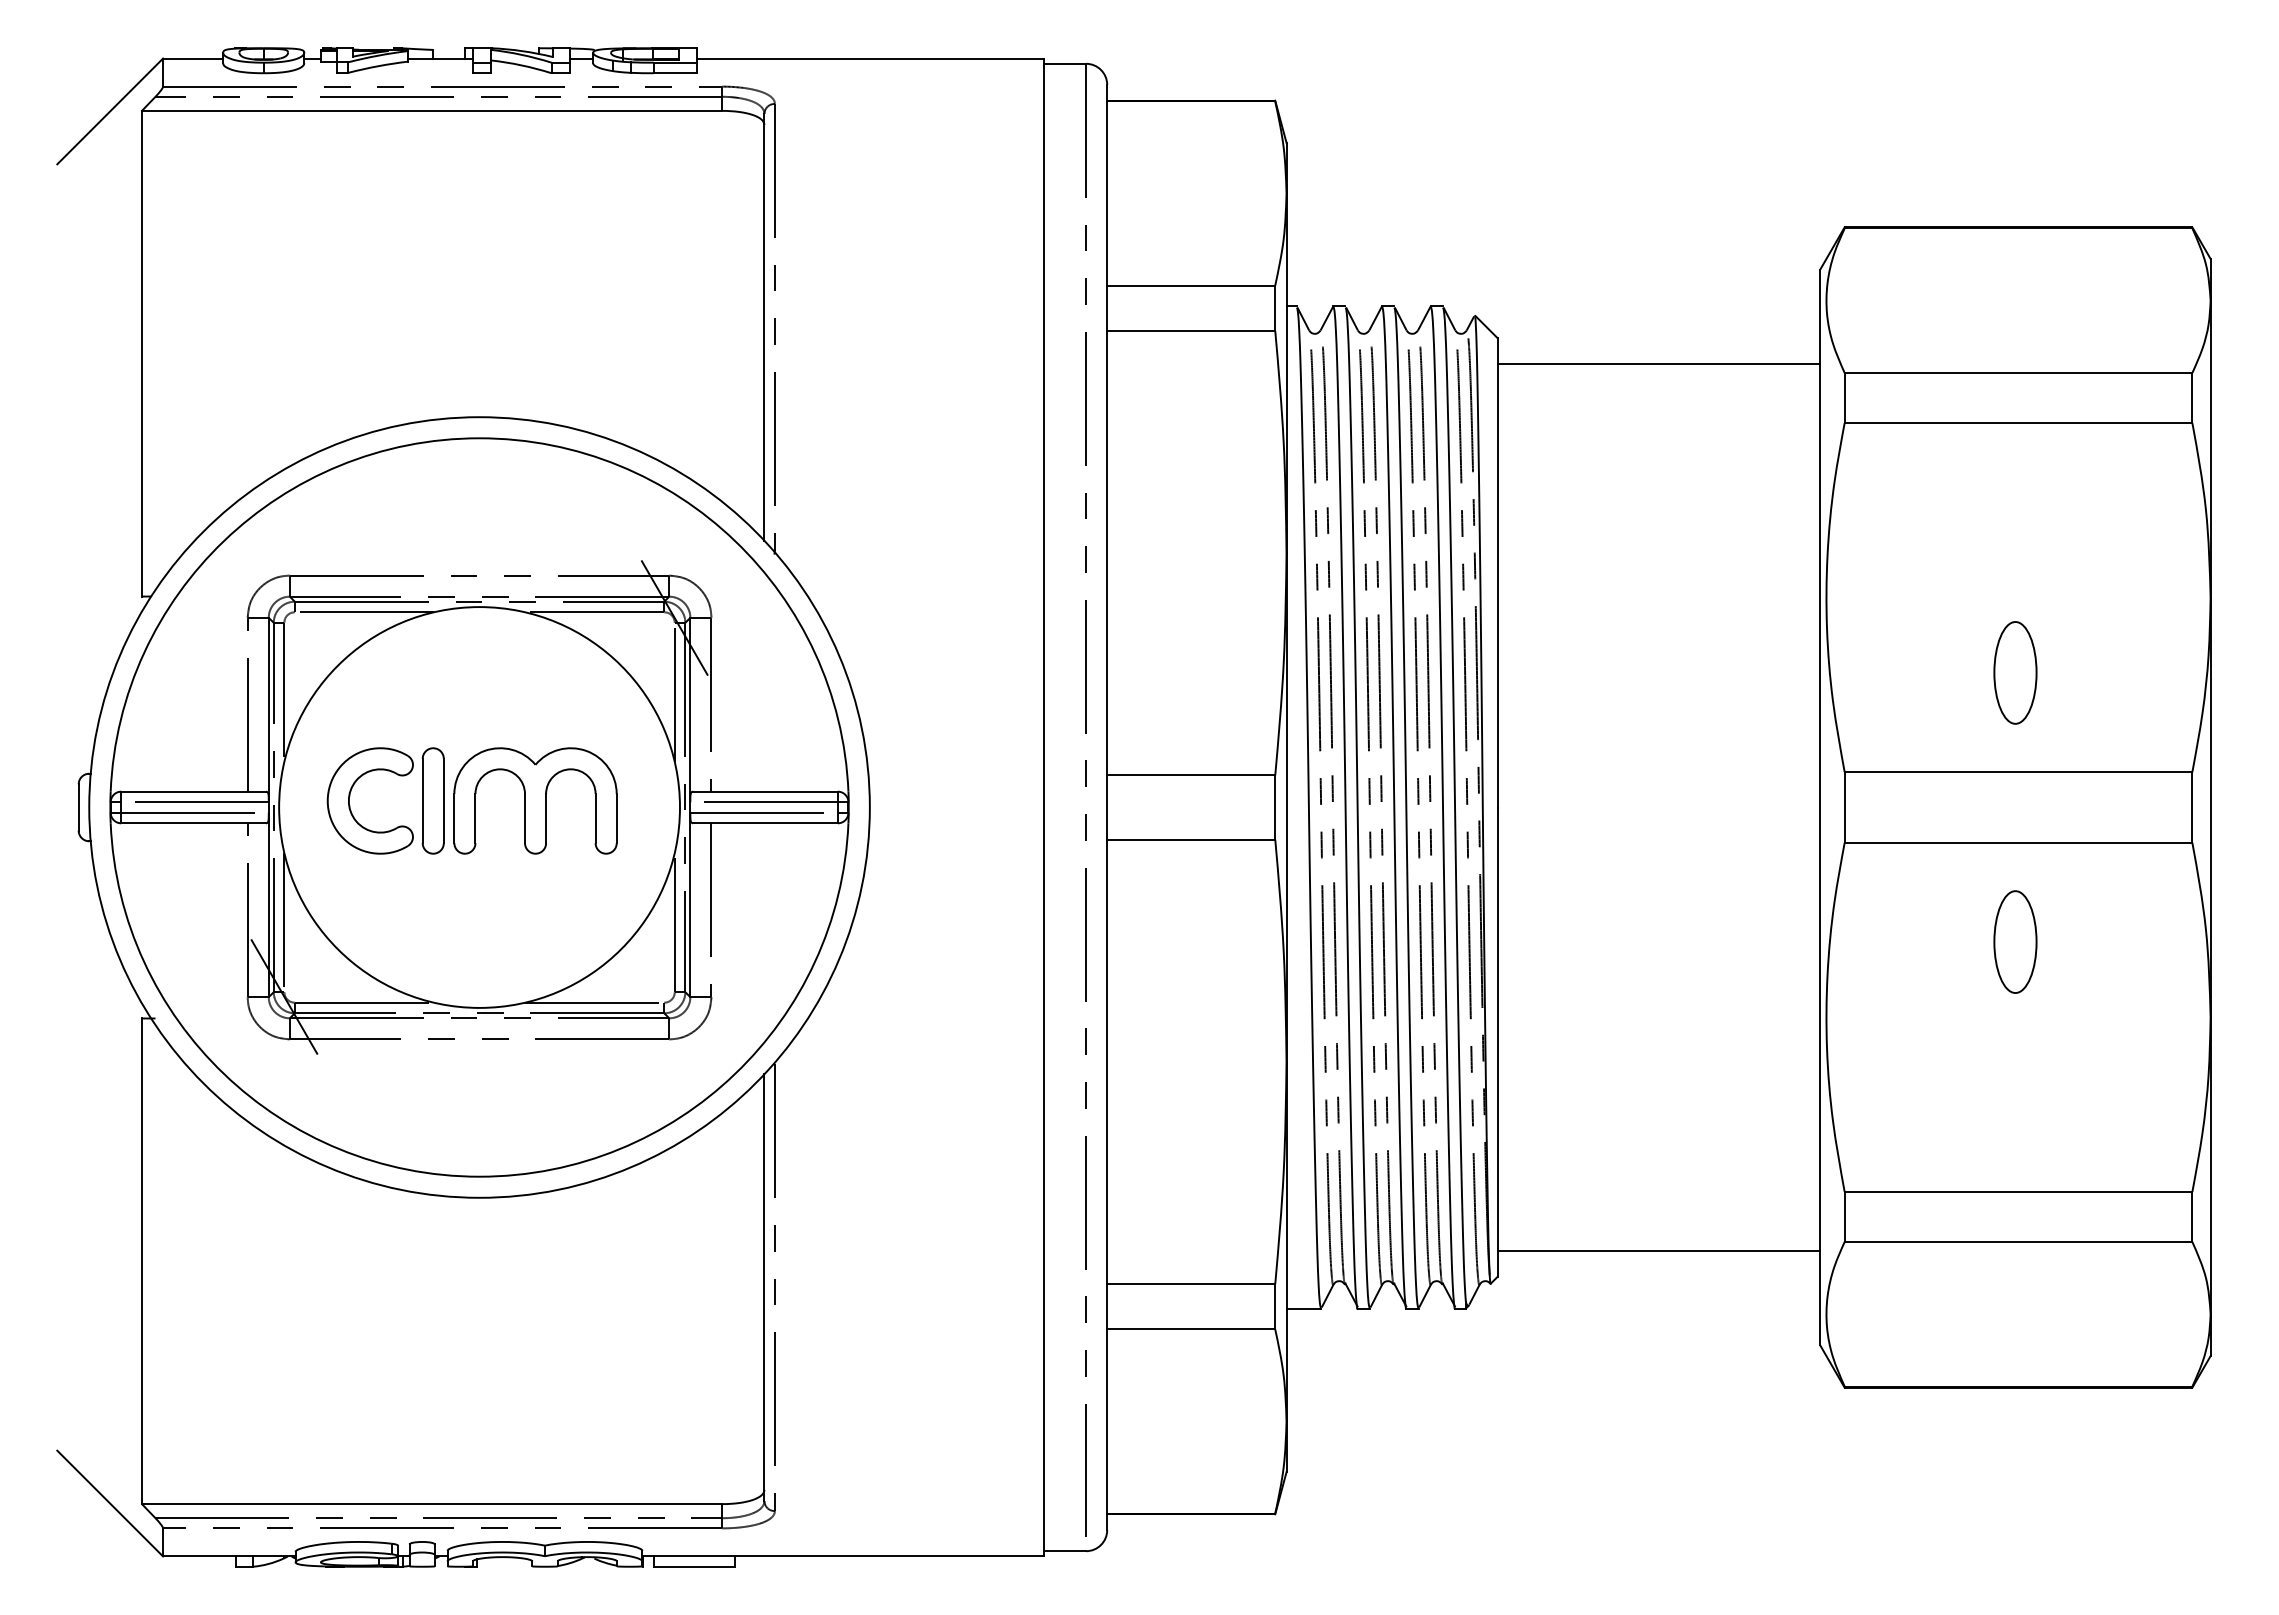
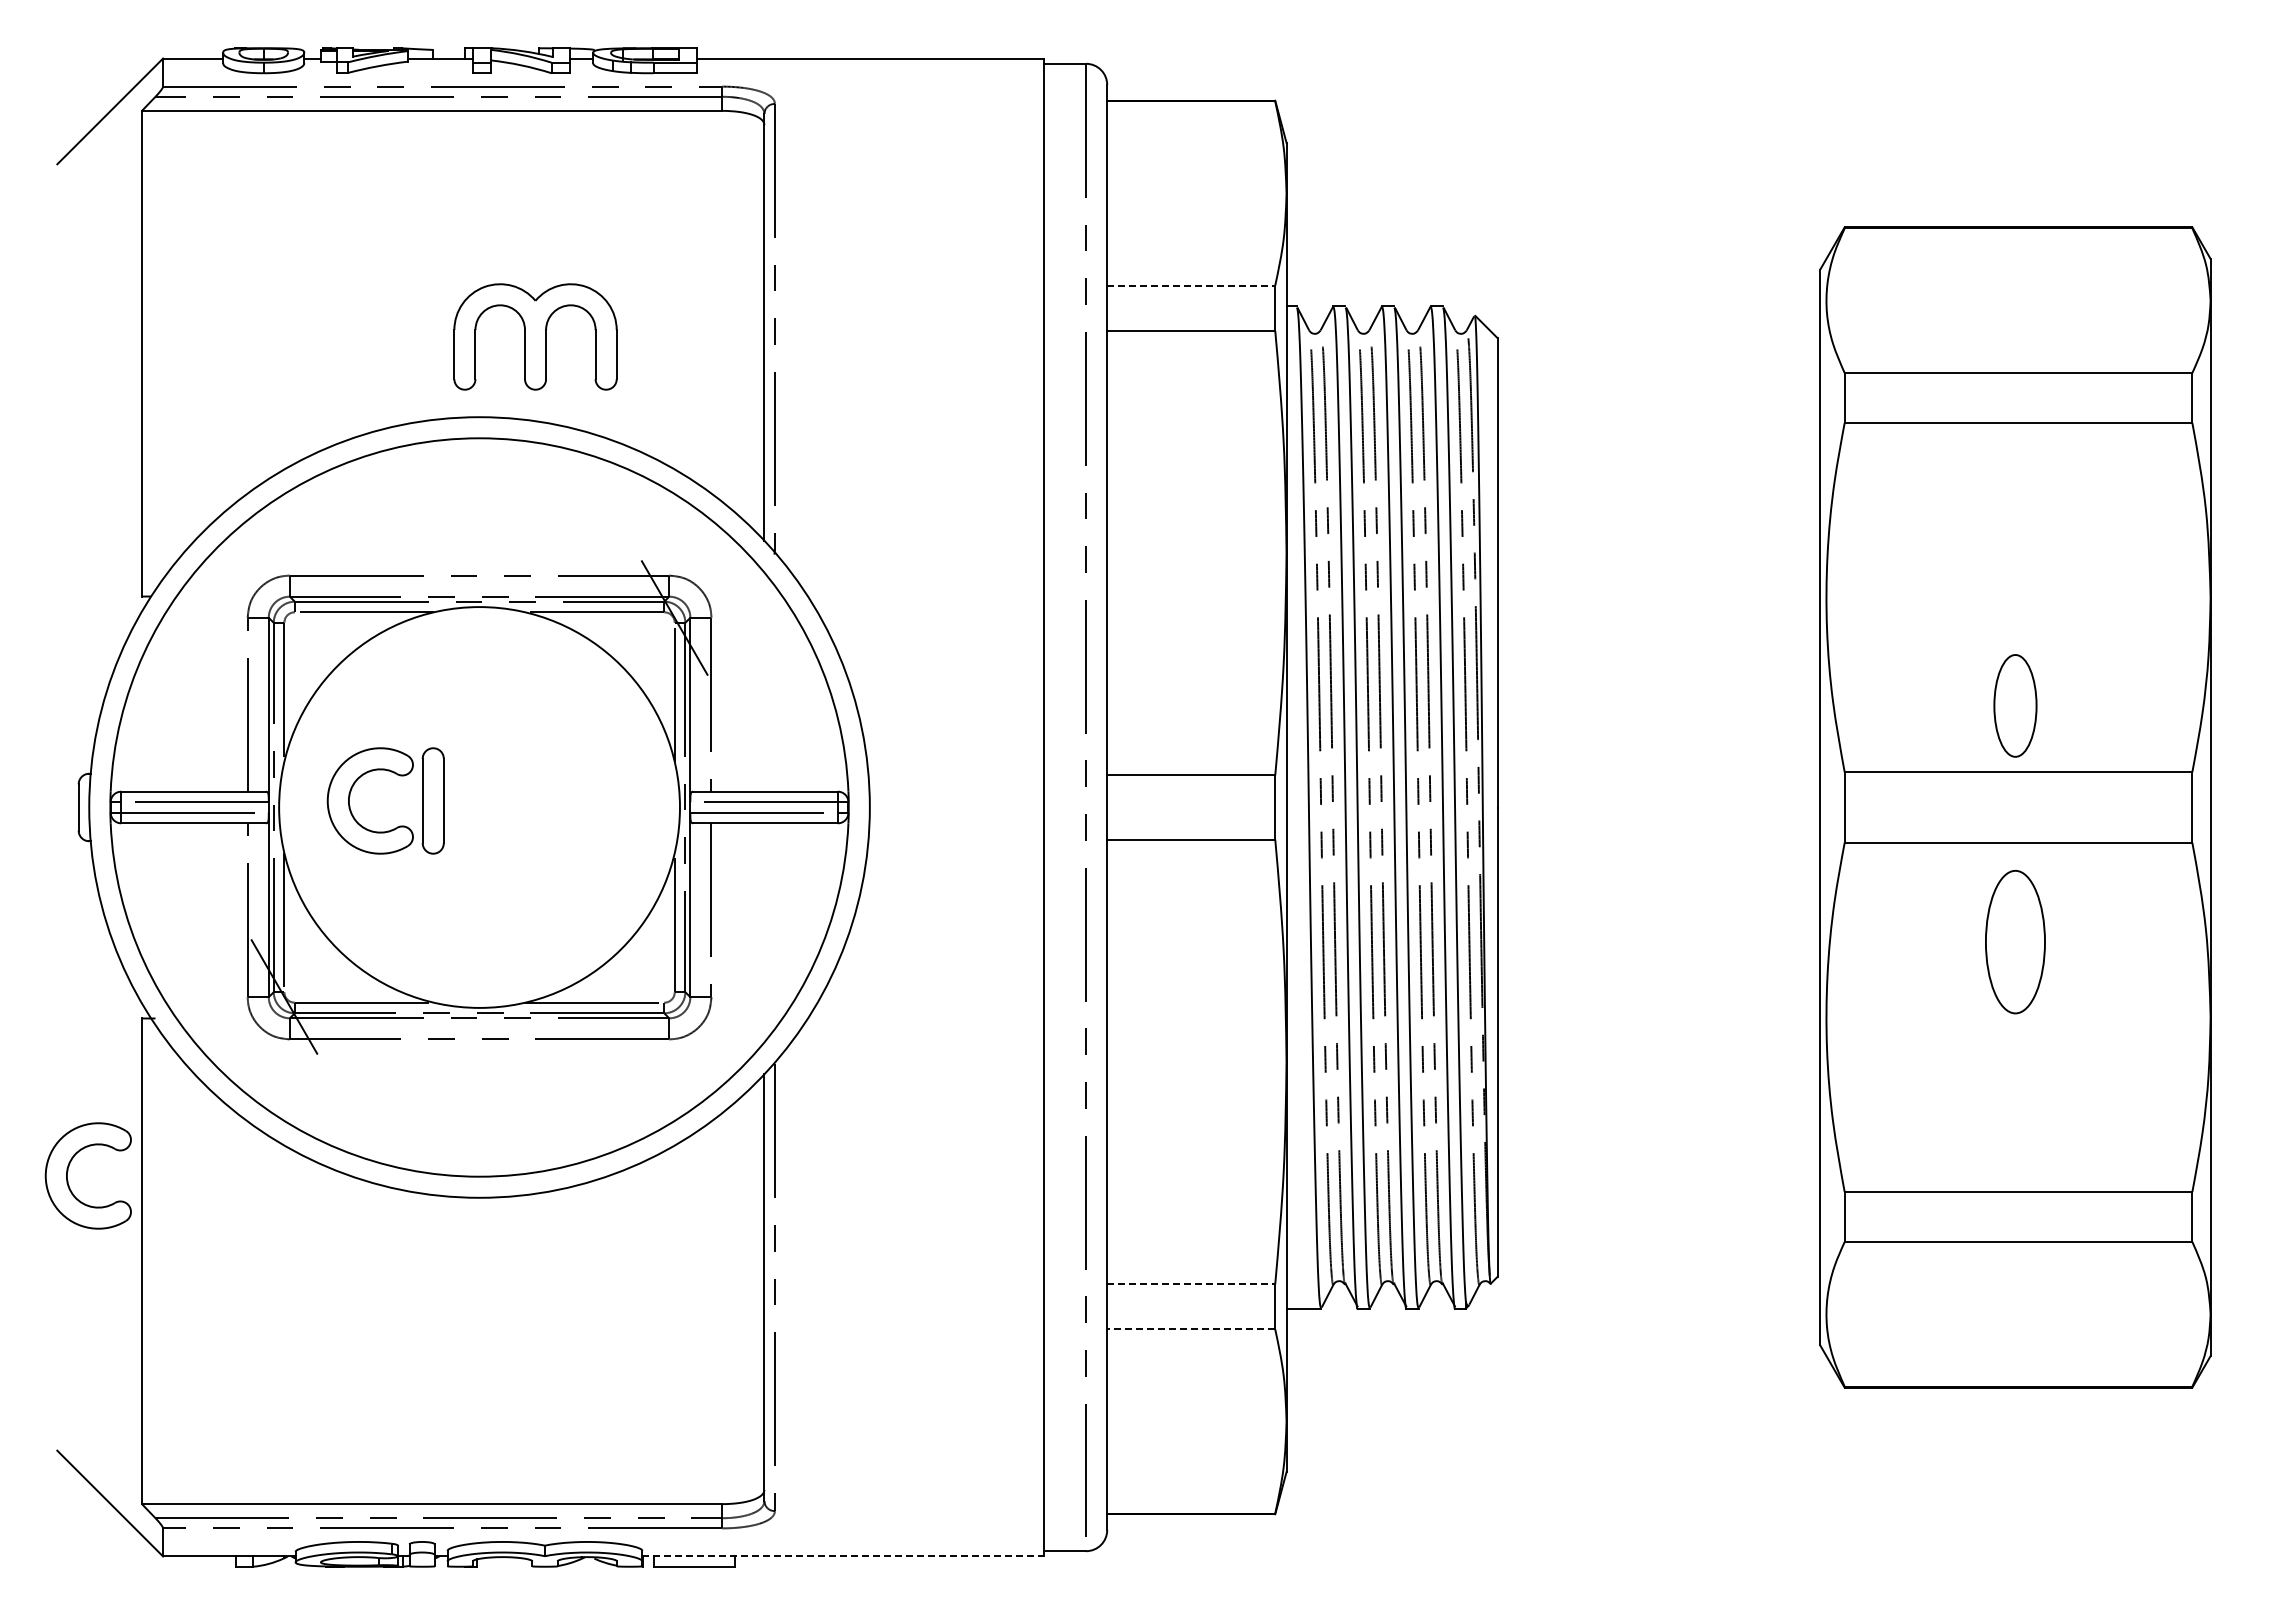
line at (1191, 285): solid -> dashed
line at (1658, 364): present -> none
part at (2015, 672) position: (2015, 672) -> (2015, 705)
part at (535, 800) position: (535, 800) -> (535, 336)
part at (2015, 941) size: 45x104 px -> 61x145 px
part at (68, 1171): none -> present
line at (1658, 1250): present -> none
line at (1191, 1284): solid -> dashed
line at (1190, 1329): solid -> dashed
line at (843, 1556): solid -> dashed
